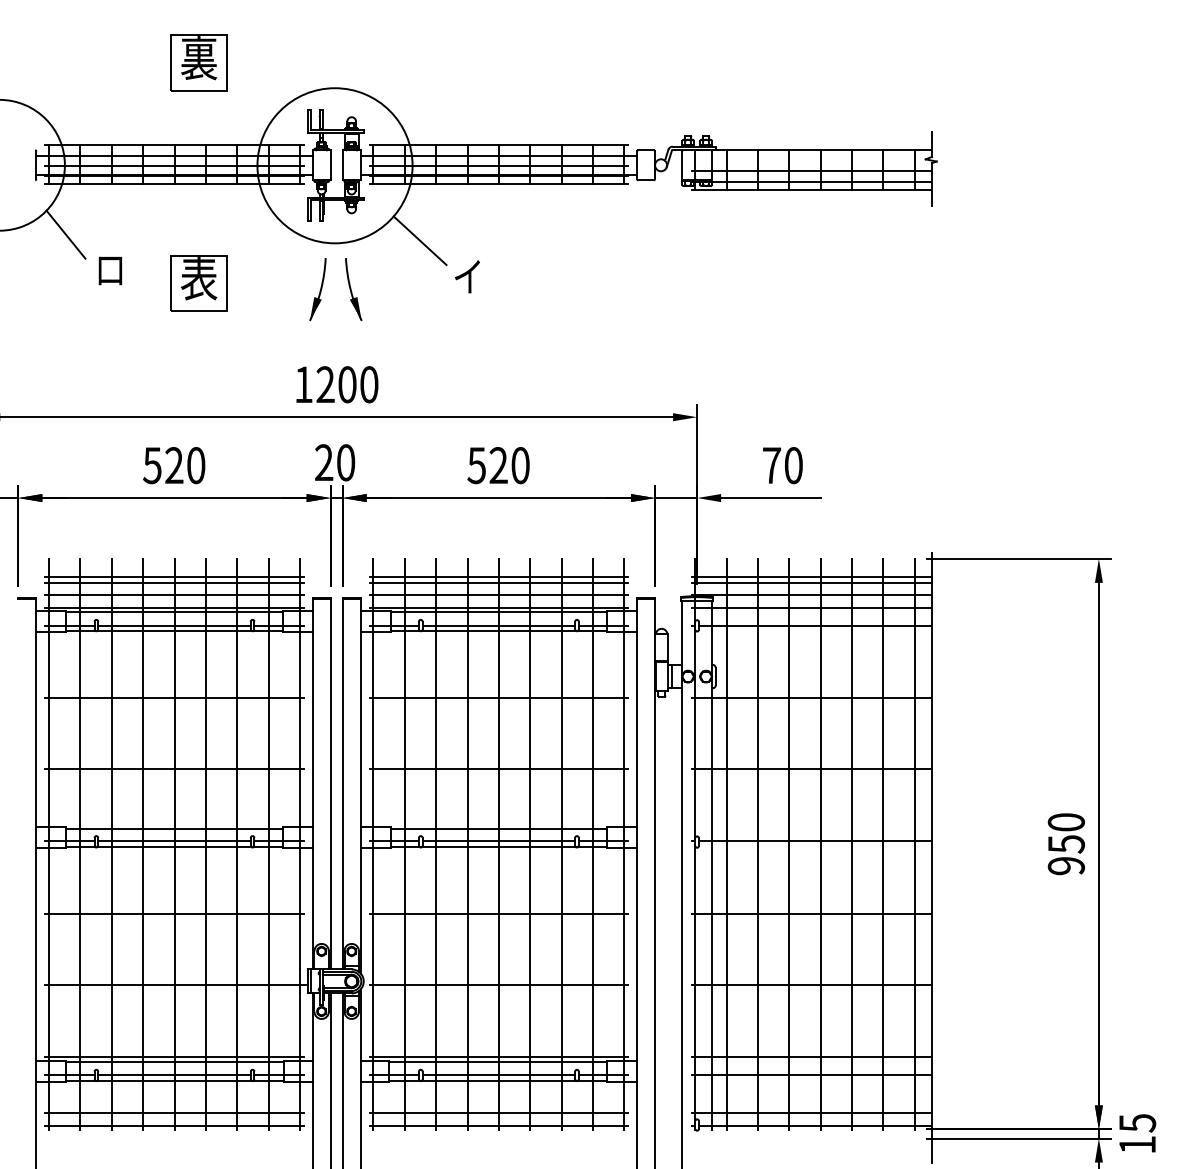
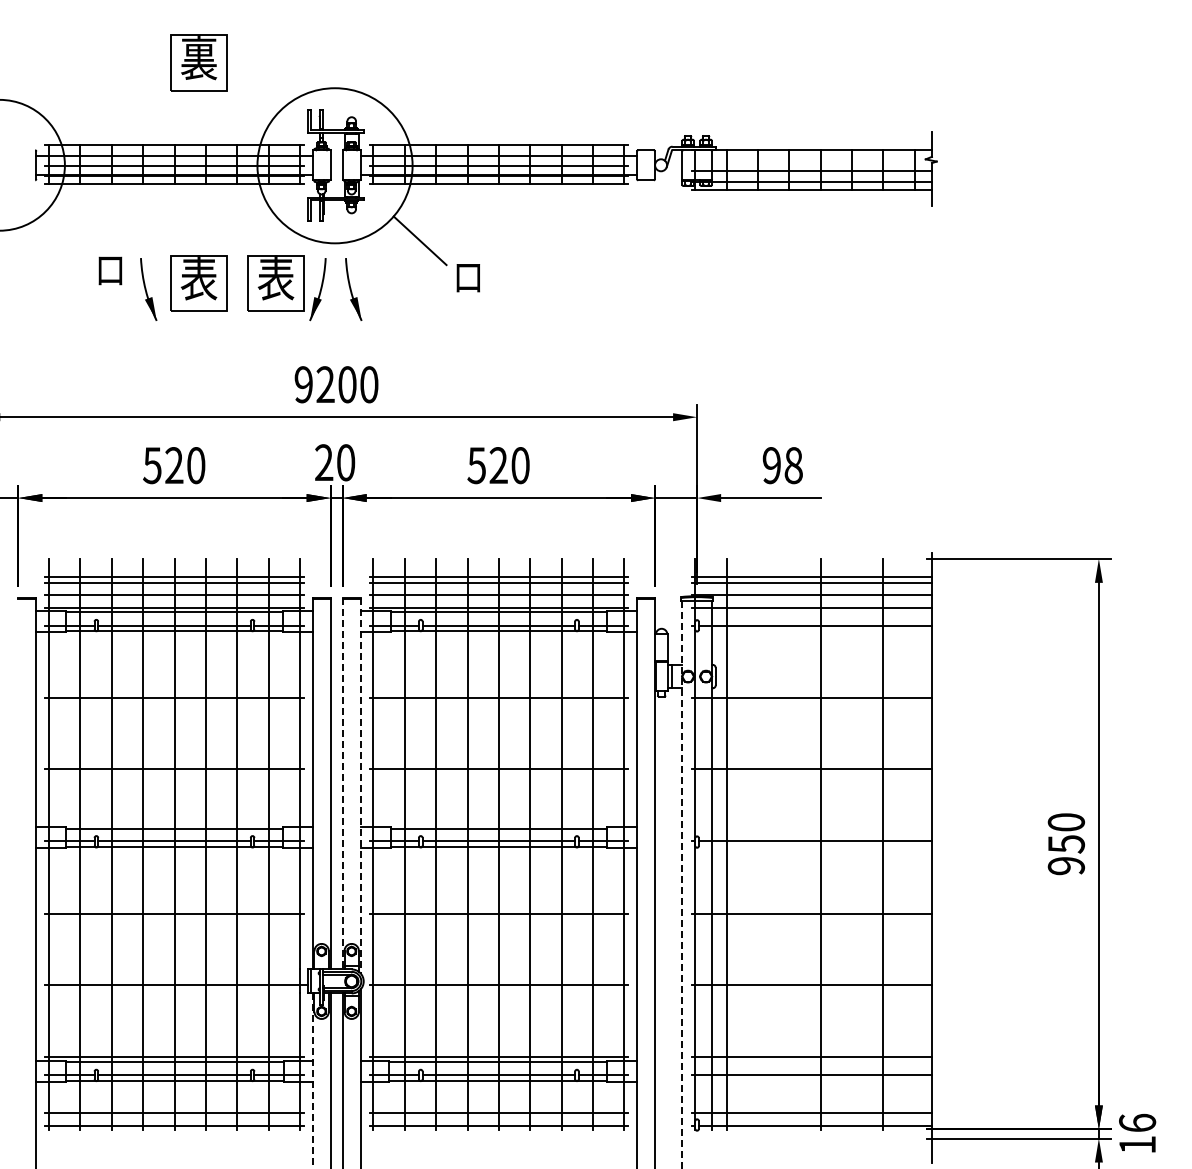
line at (65, 234): present -> none
text at (467, 276): イ -> ロ
part at (275, 283): none -> present
part at (148, 289): none -> present
text at (303, 384): 1200 -> 9200
text at (782, 465): 70 -> 98
line at (342, 783): solid -> dashed
line at (360, 785): solid -> dashed
line at (758, 843): present -> none
line at (789, 843): present -> none
line at (852, 843): present -> none
line at (914, 843): present -> none
line at (682, 885): solid -> dashed
line at (312, 1081): solid -> dashed
text at (1137, 1122): 15 -> 16
